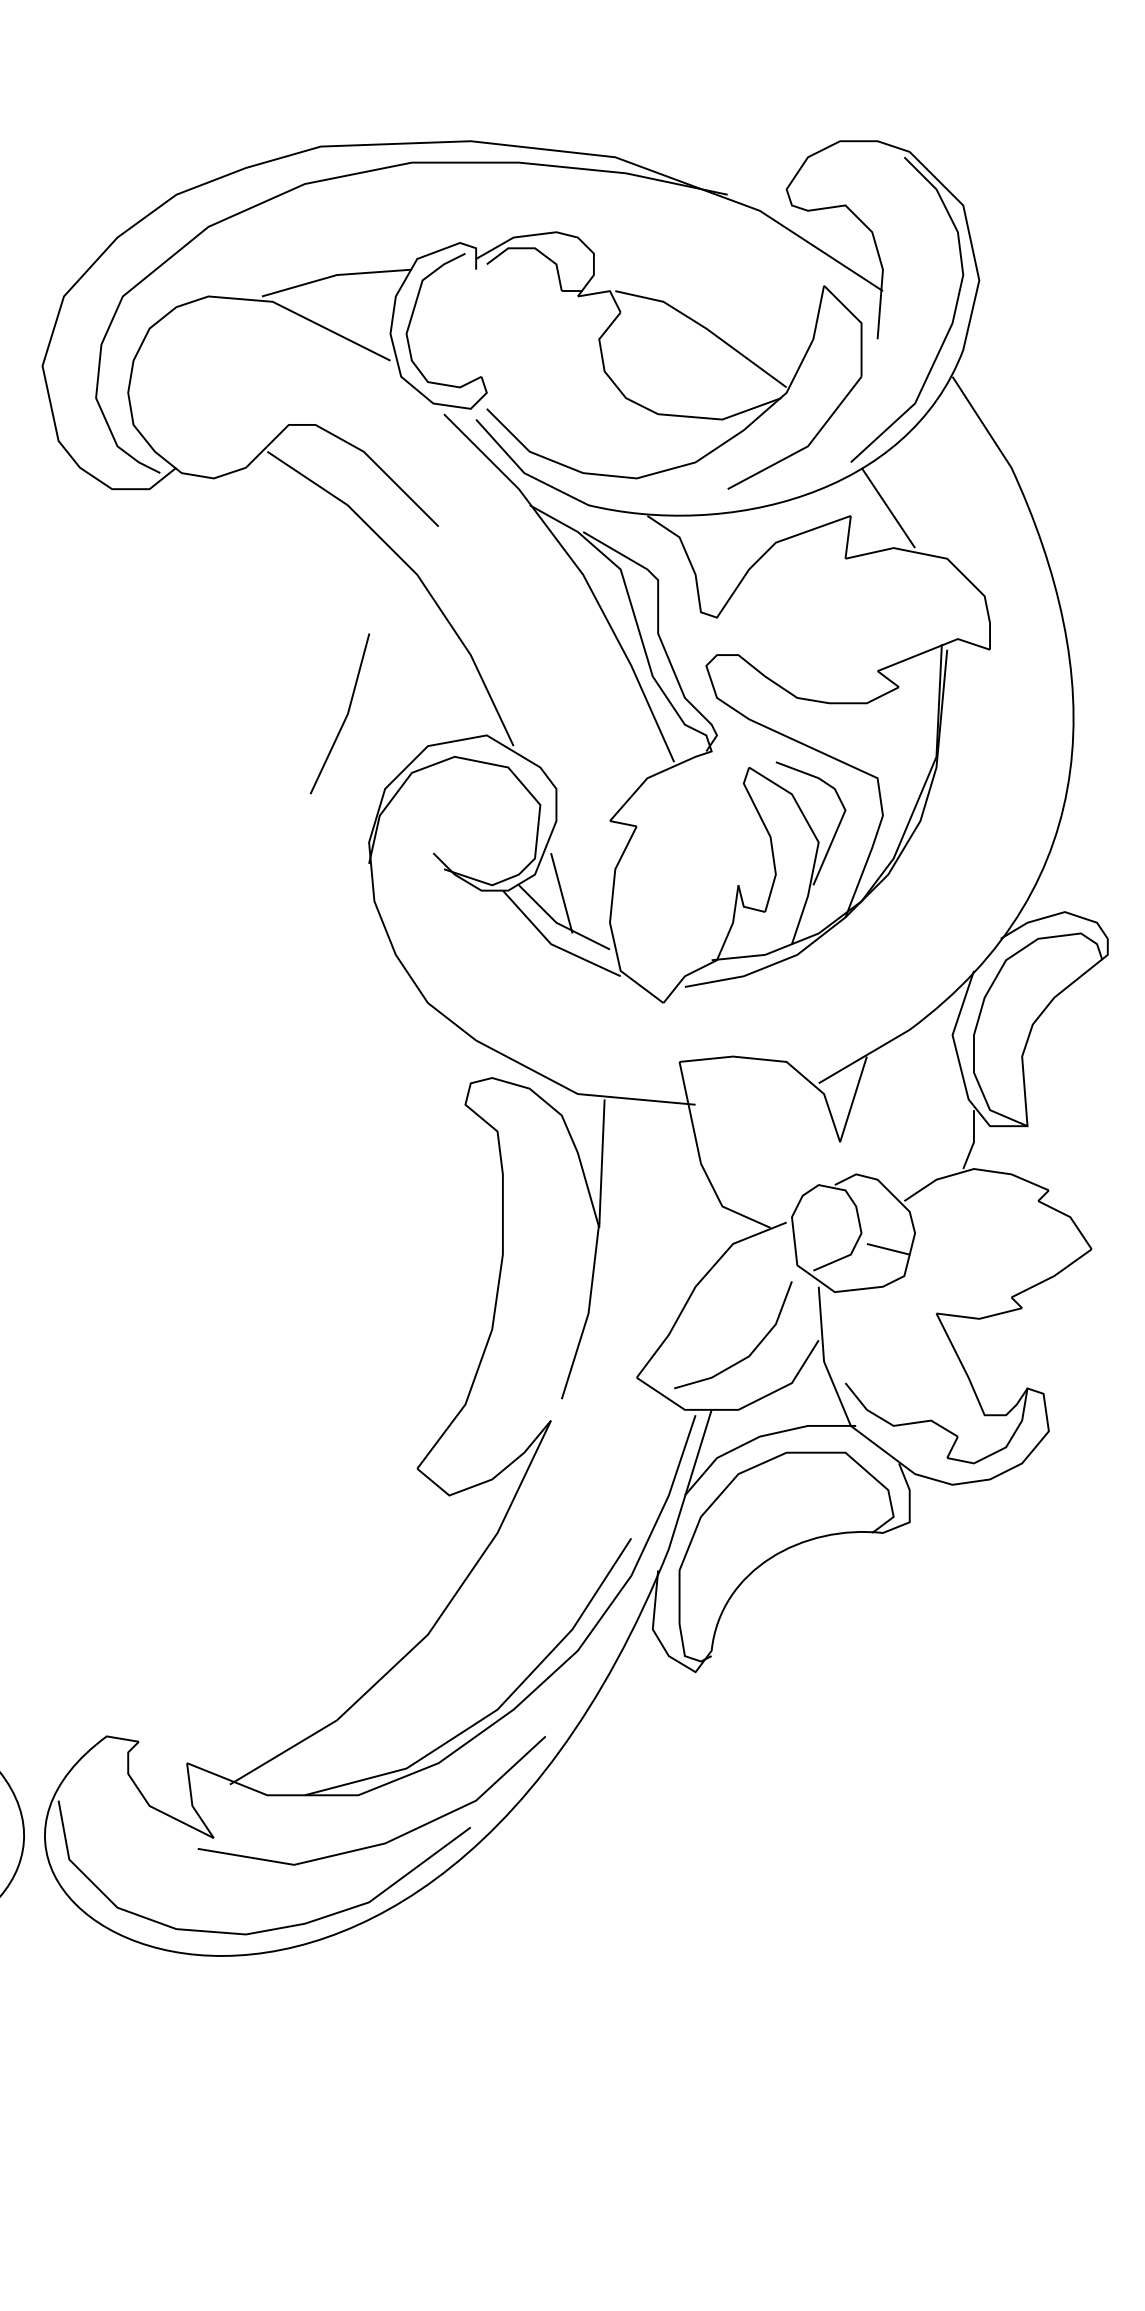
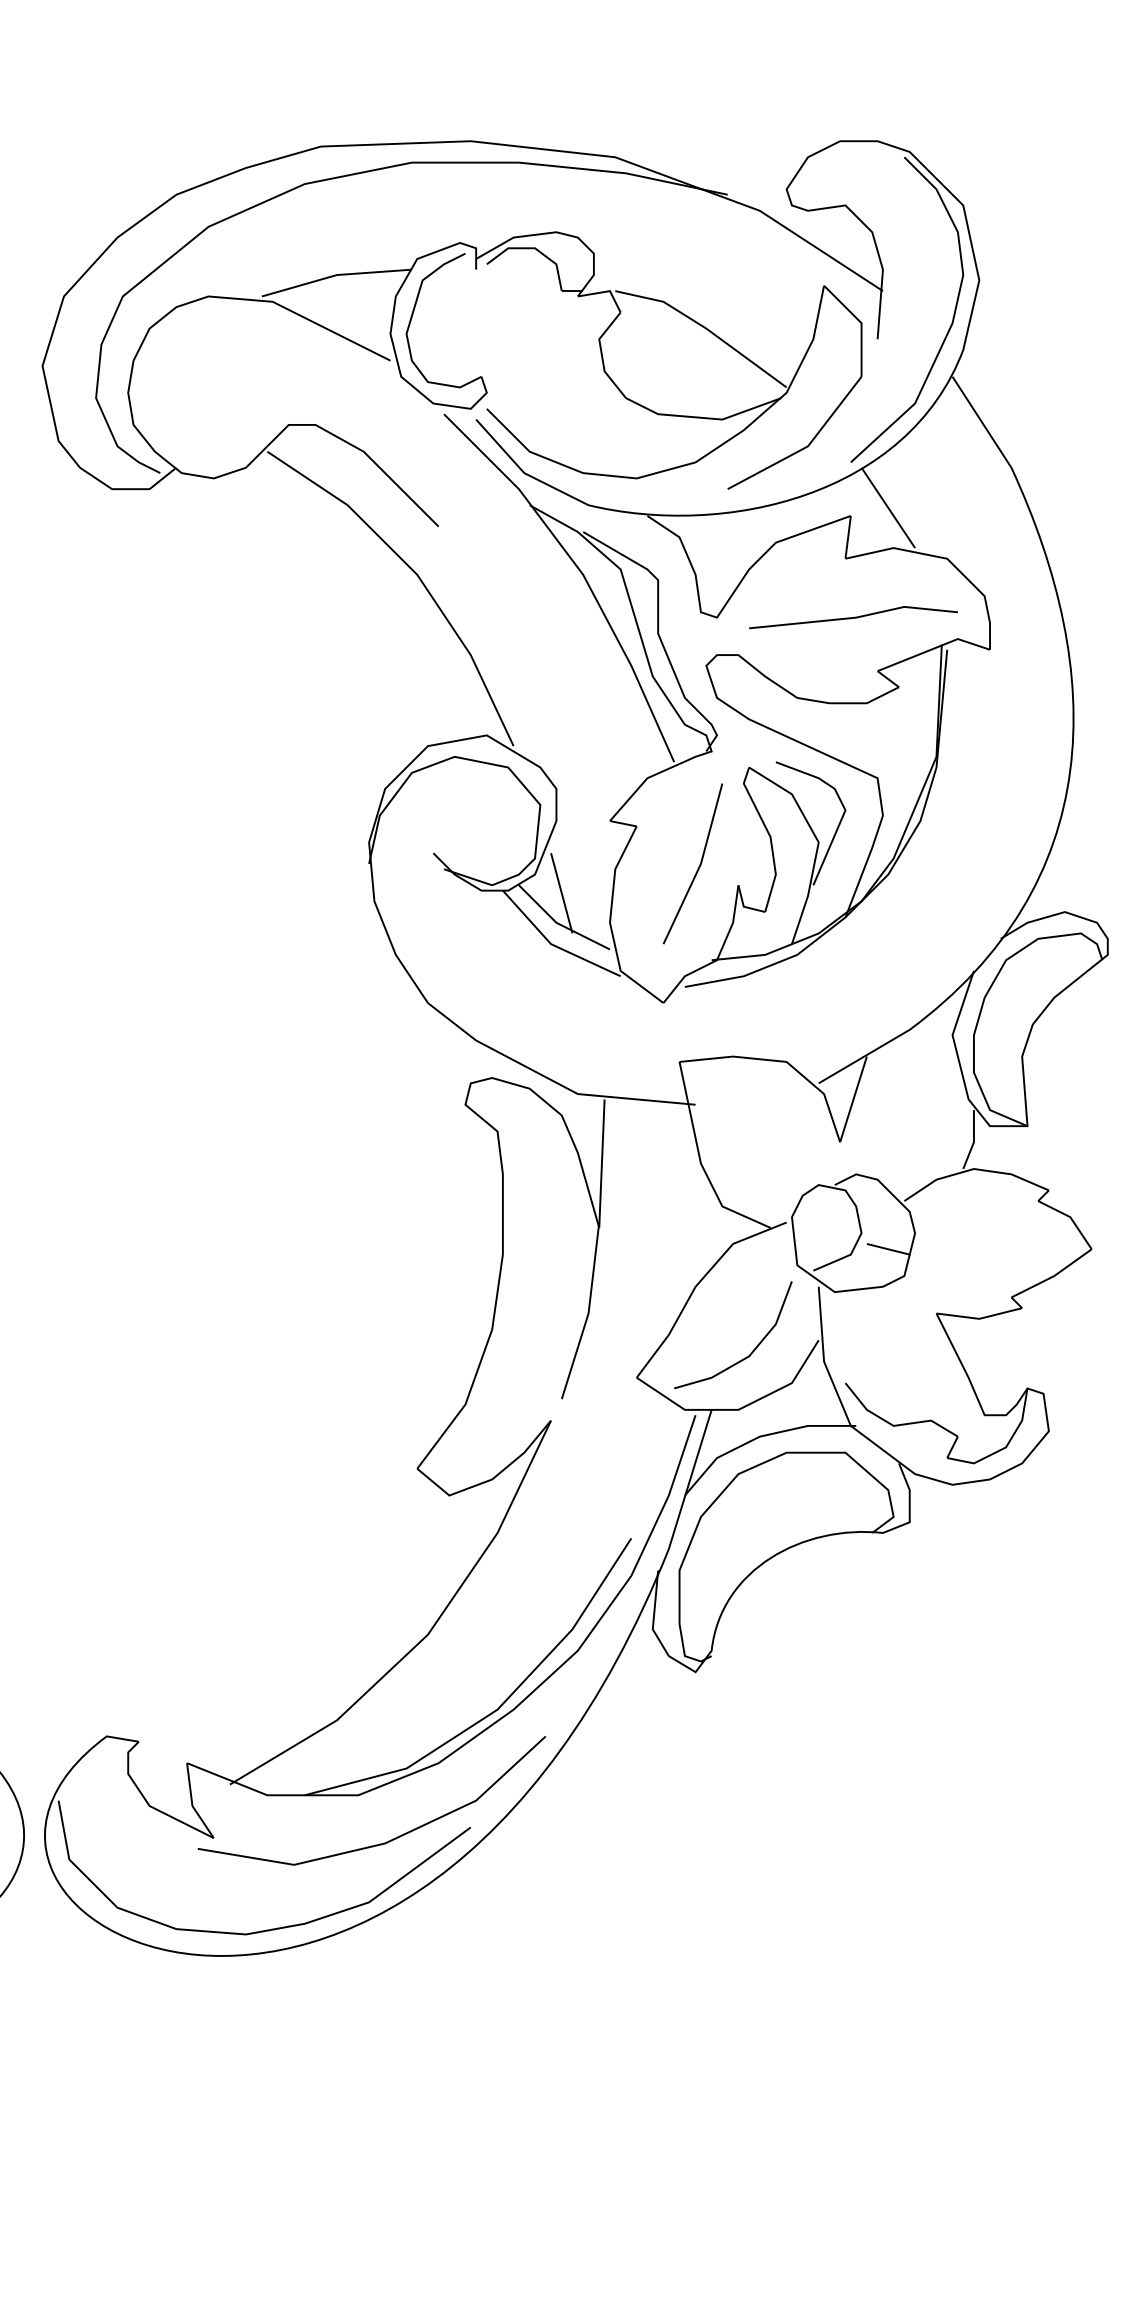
curve at (853, 617): none -> present
curve at (345, 716) position: (345, 716) -> (698, 866)
